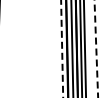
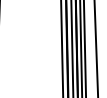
line at (62, 49): dashed -> solid
line at (96, 49): dashed -> solid
